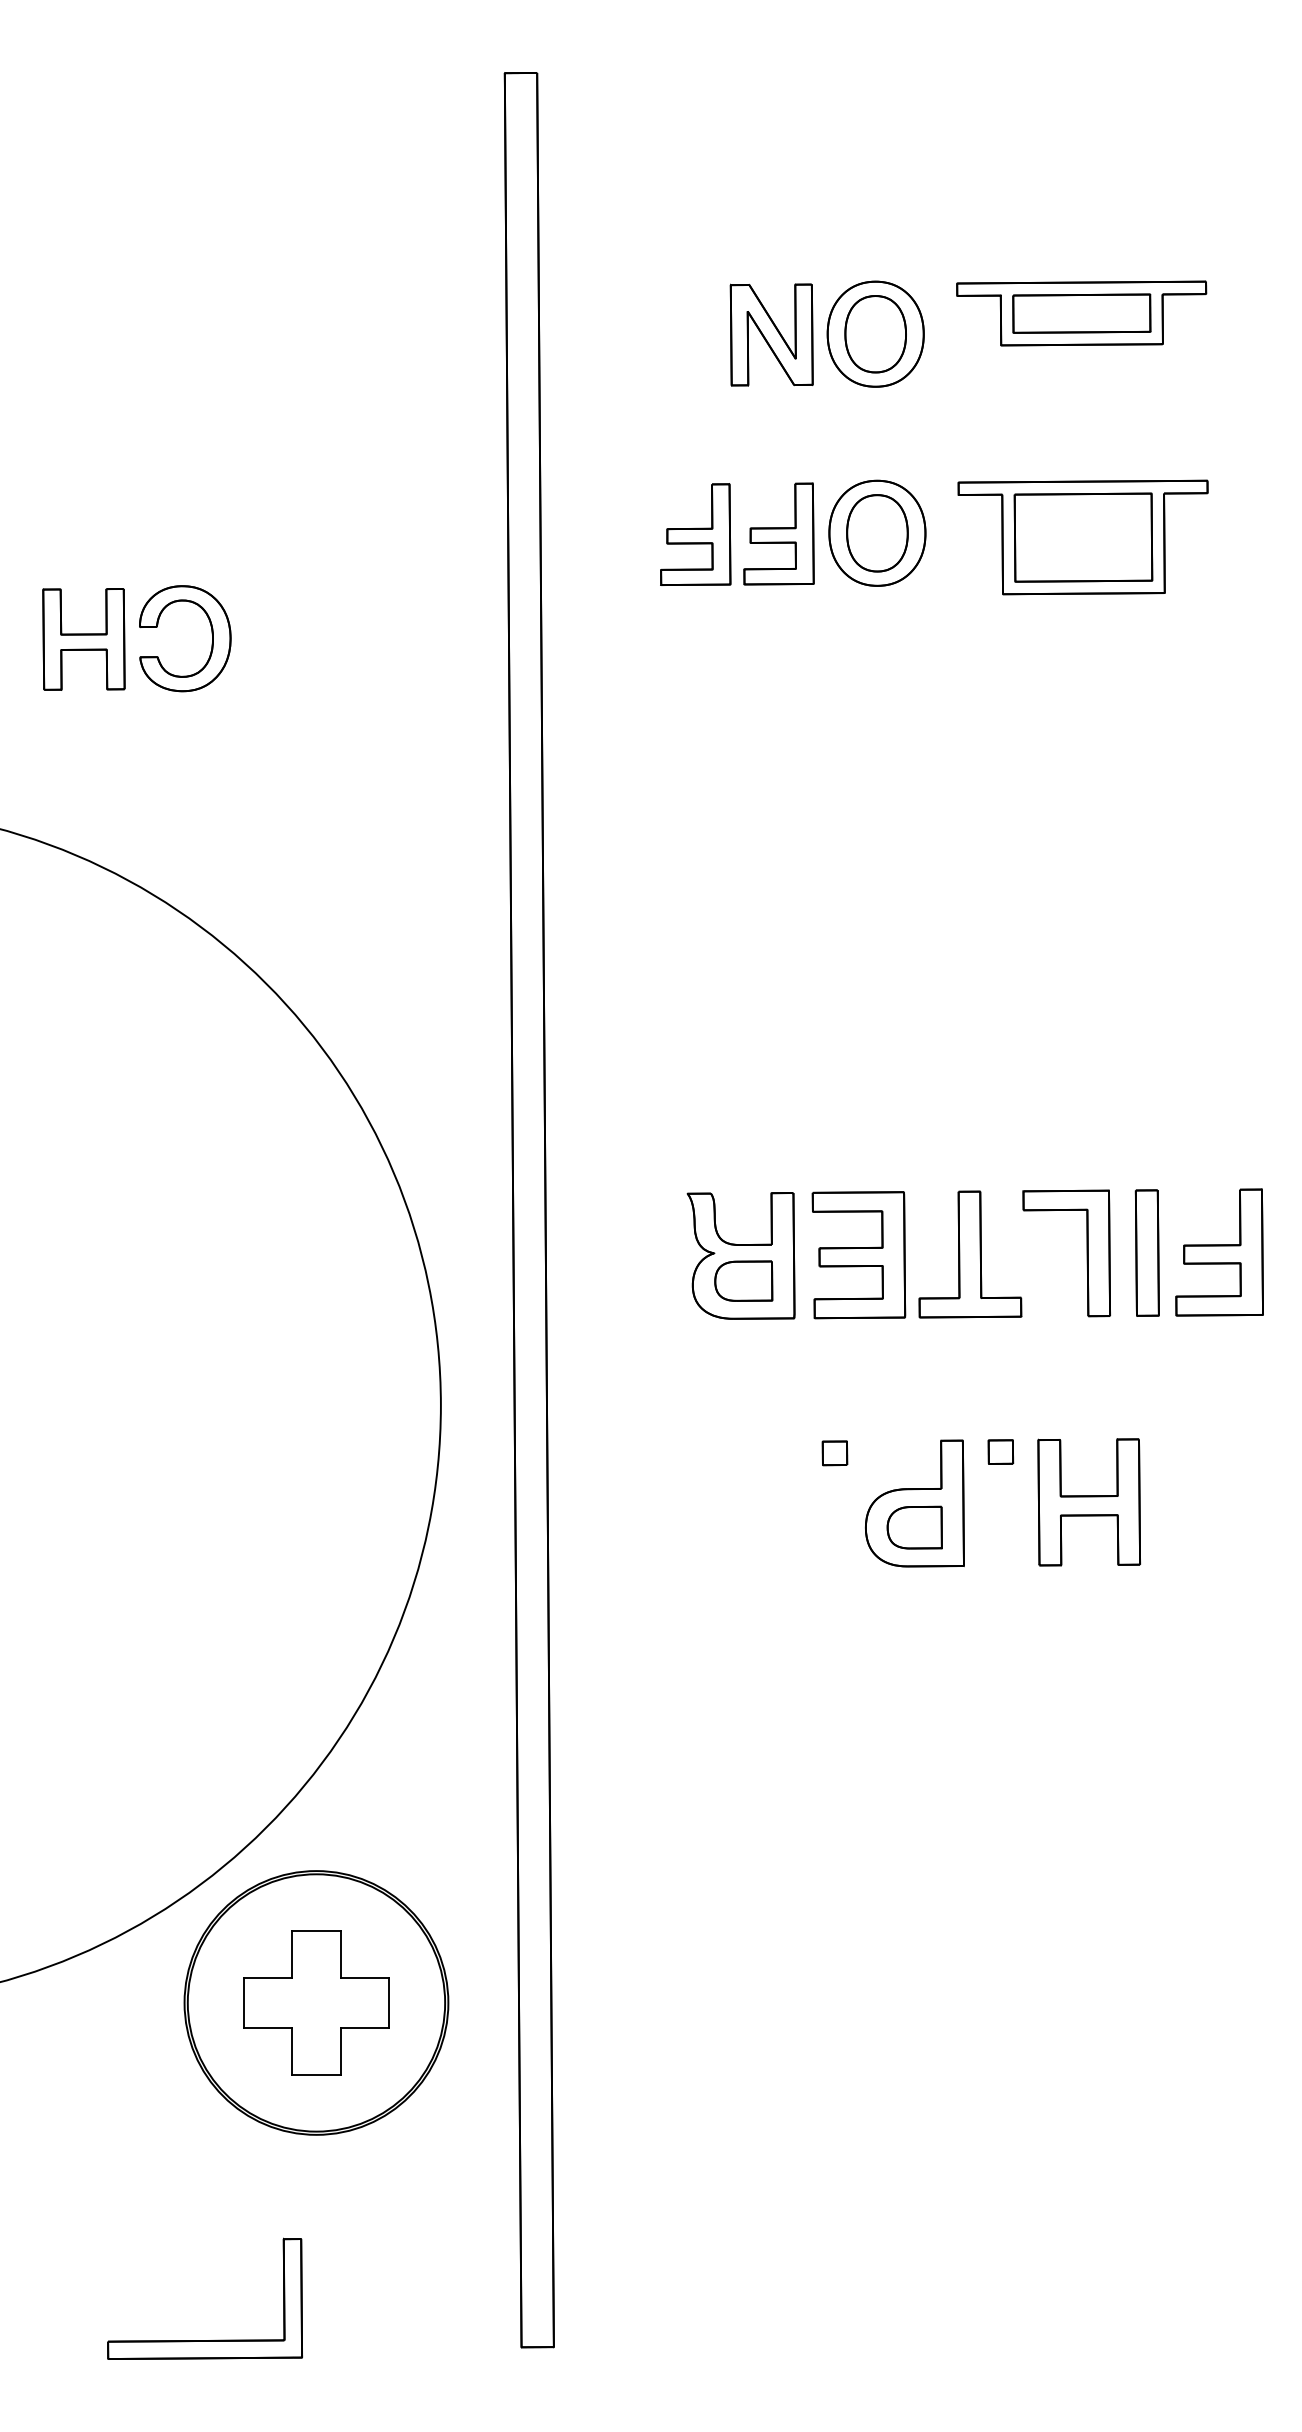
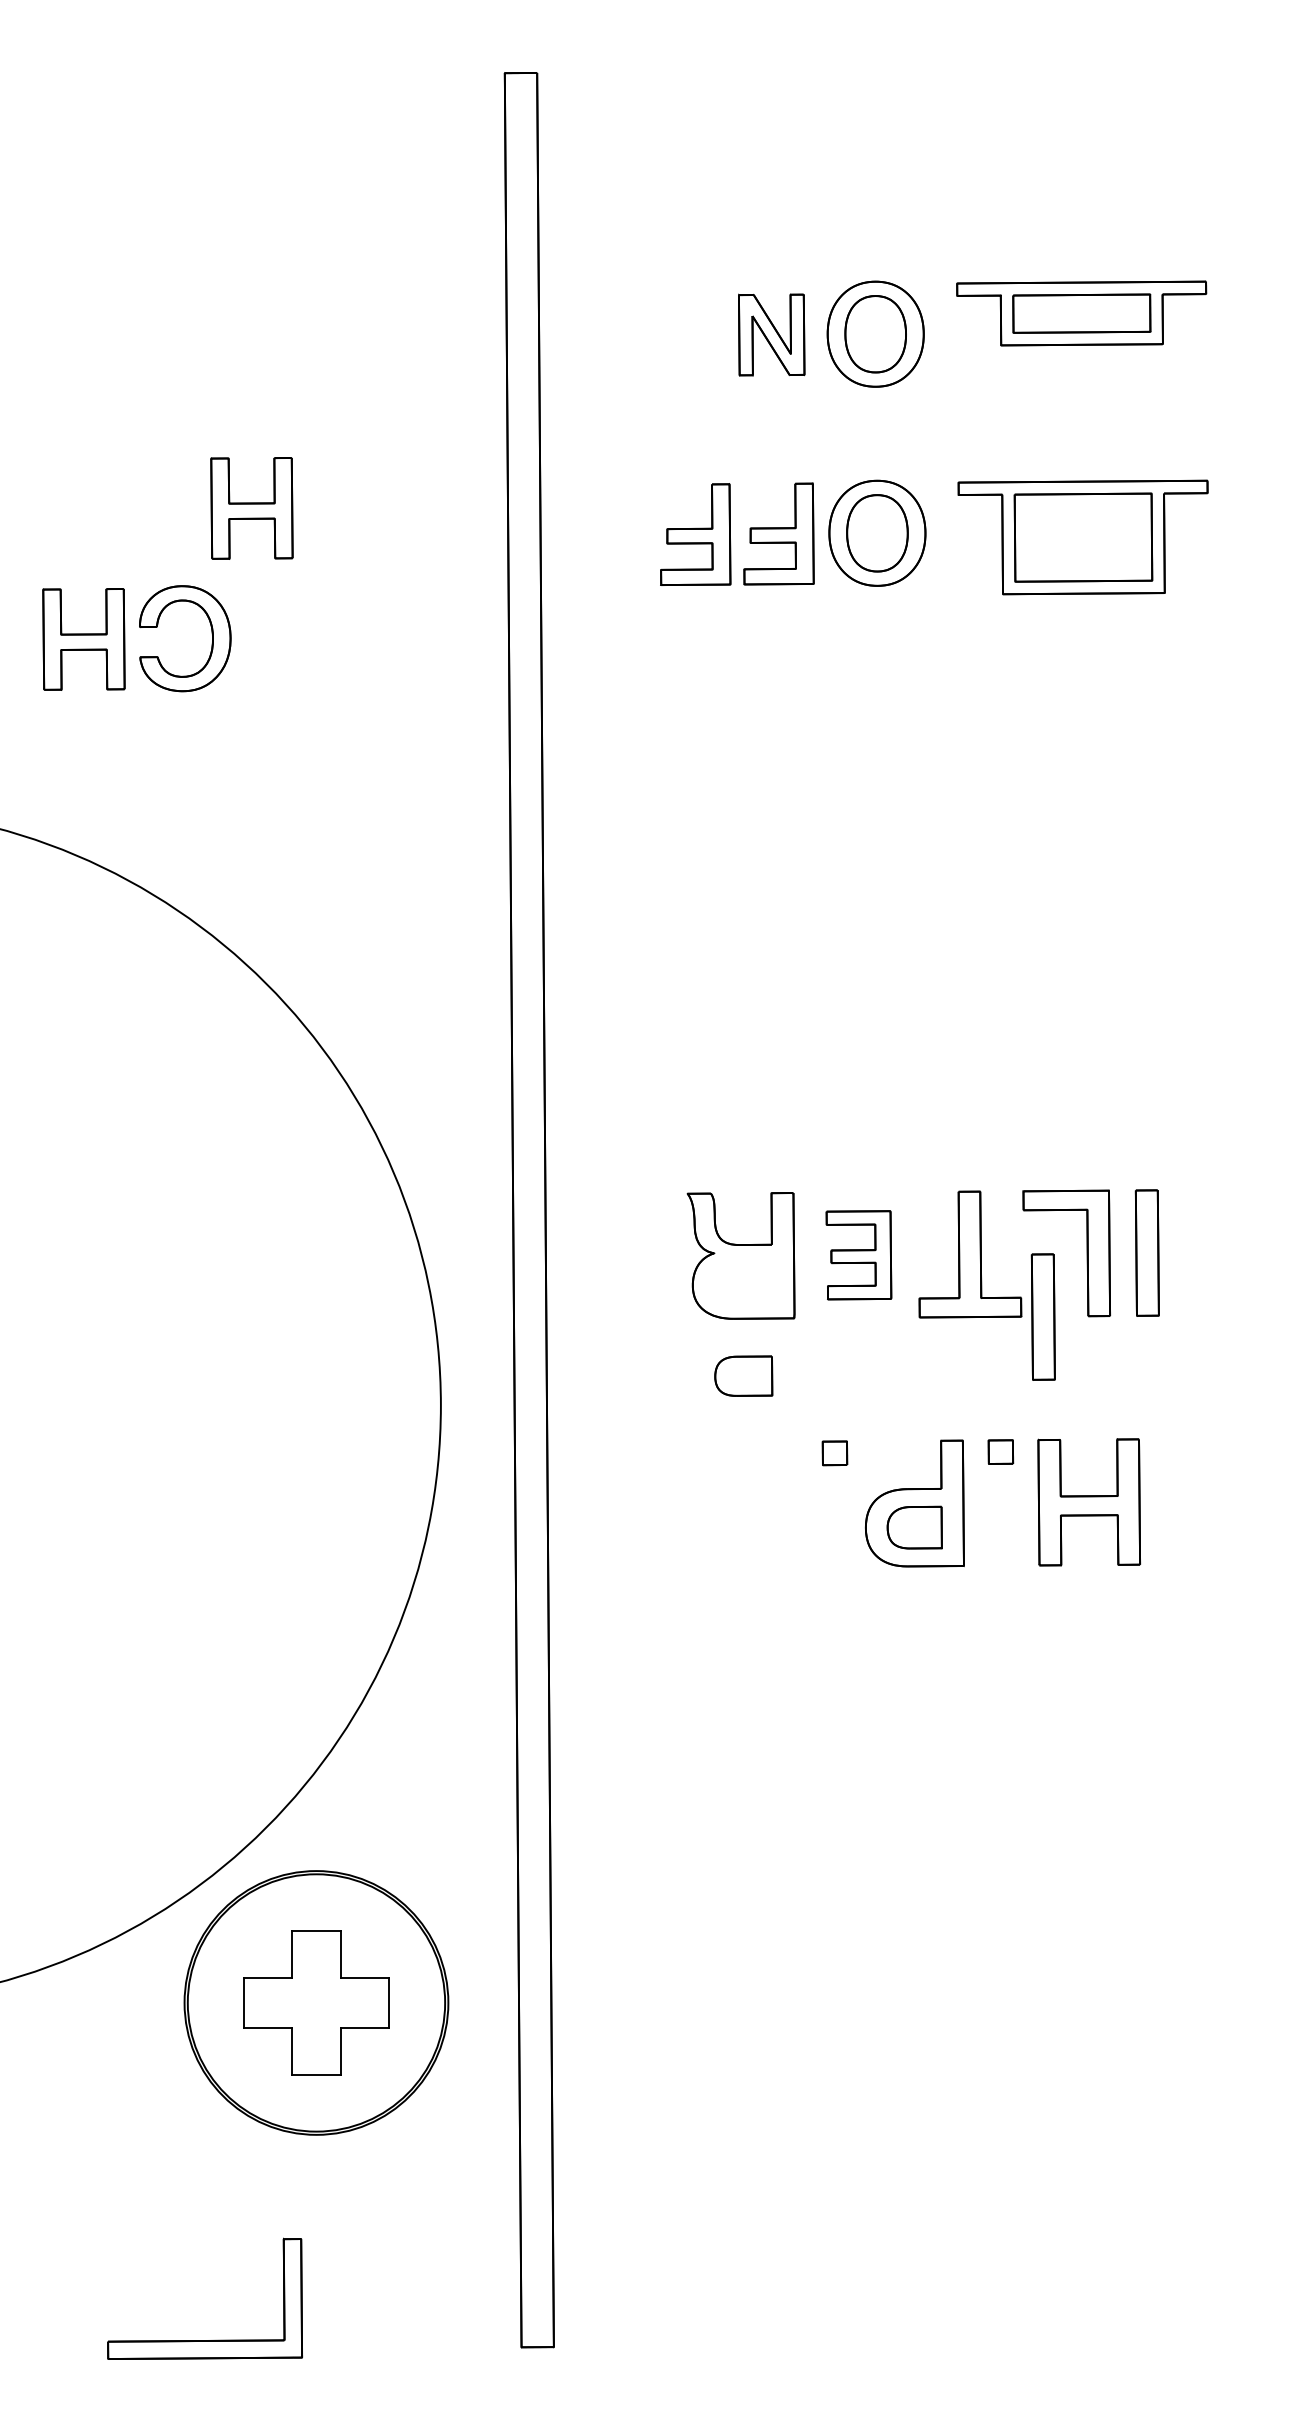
part at (771, 334) size: 85x104 px -> 68x84 px
part at (251, 508): none -> present
part at (1219, 1252): present -> none
part at (858, 1255) size: 96x129 px -> 68x91 px
part at (743, 1280) position: (743, 1280) -> (743, 1375)
part at (1042, 1316): none -> present
